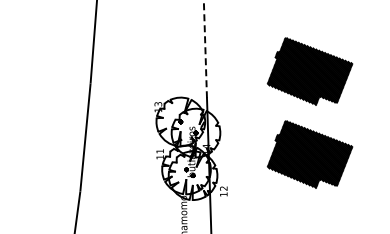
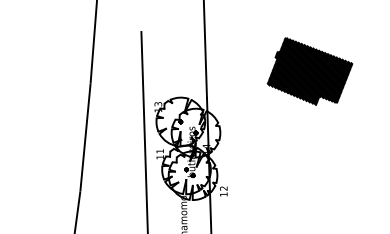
line at (205, 49): dashed -> solid
line at (144, 131): none -> present
part at (309, 154): present -> none
